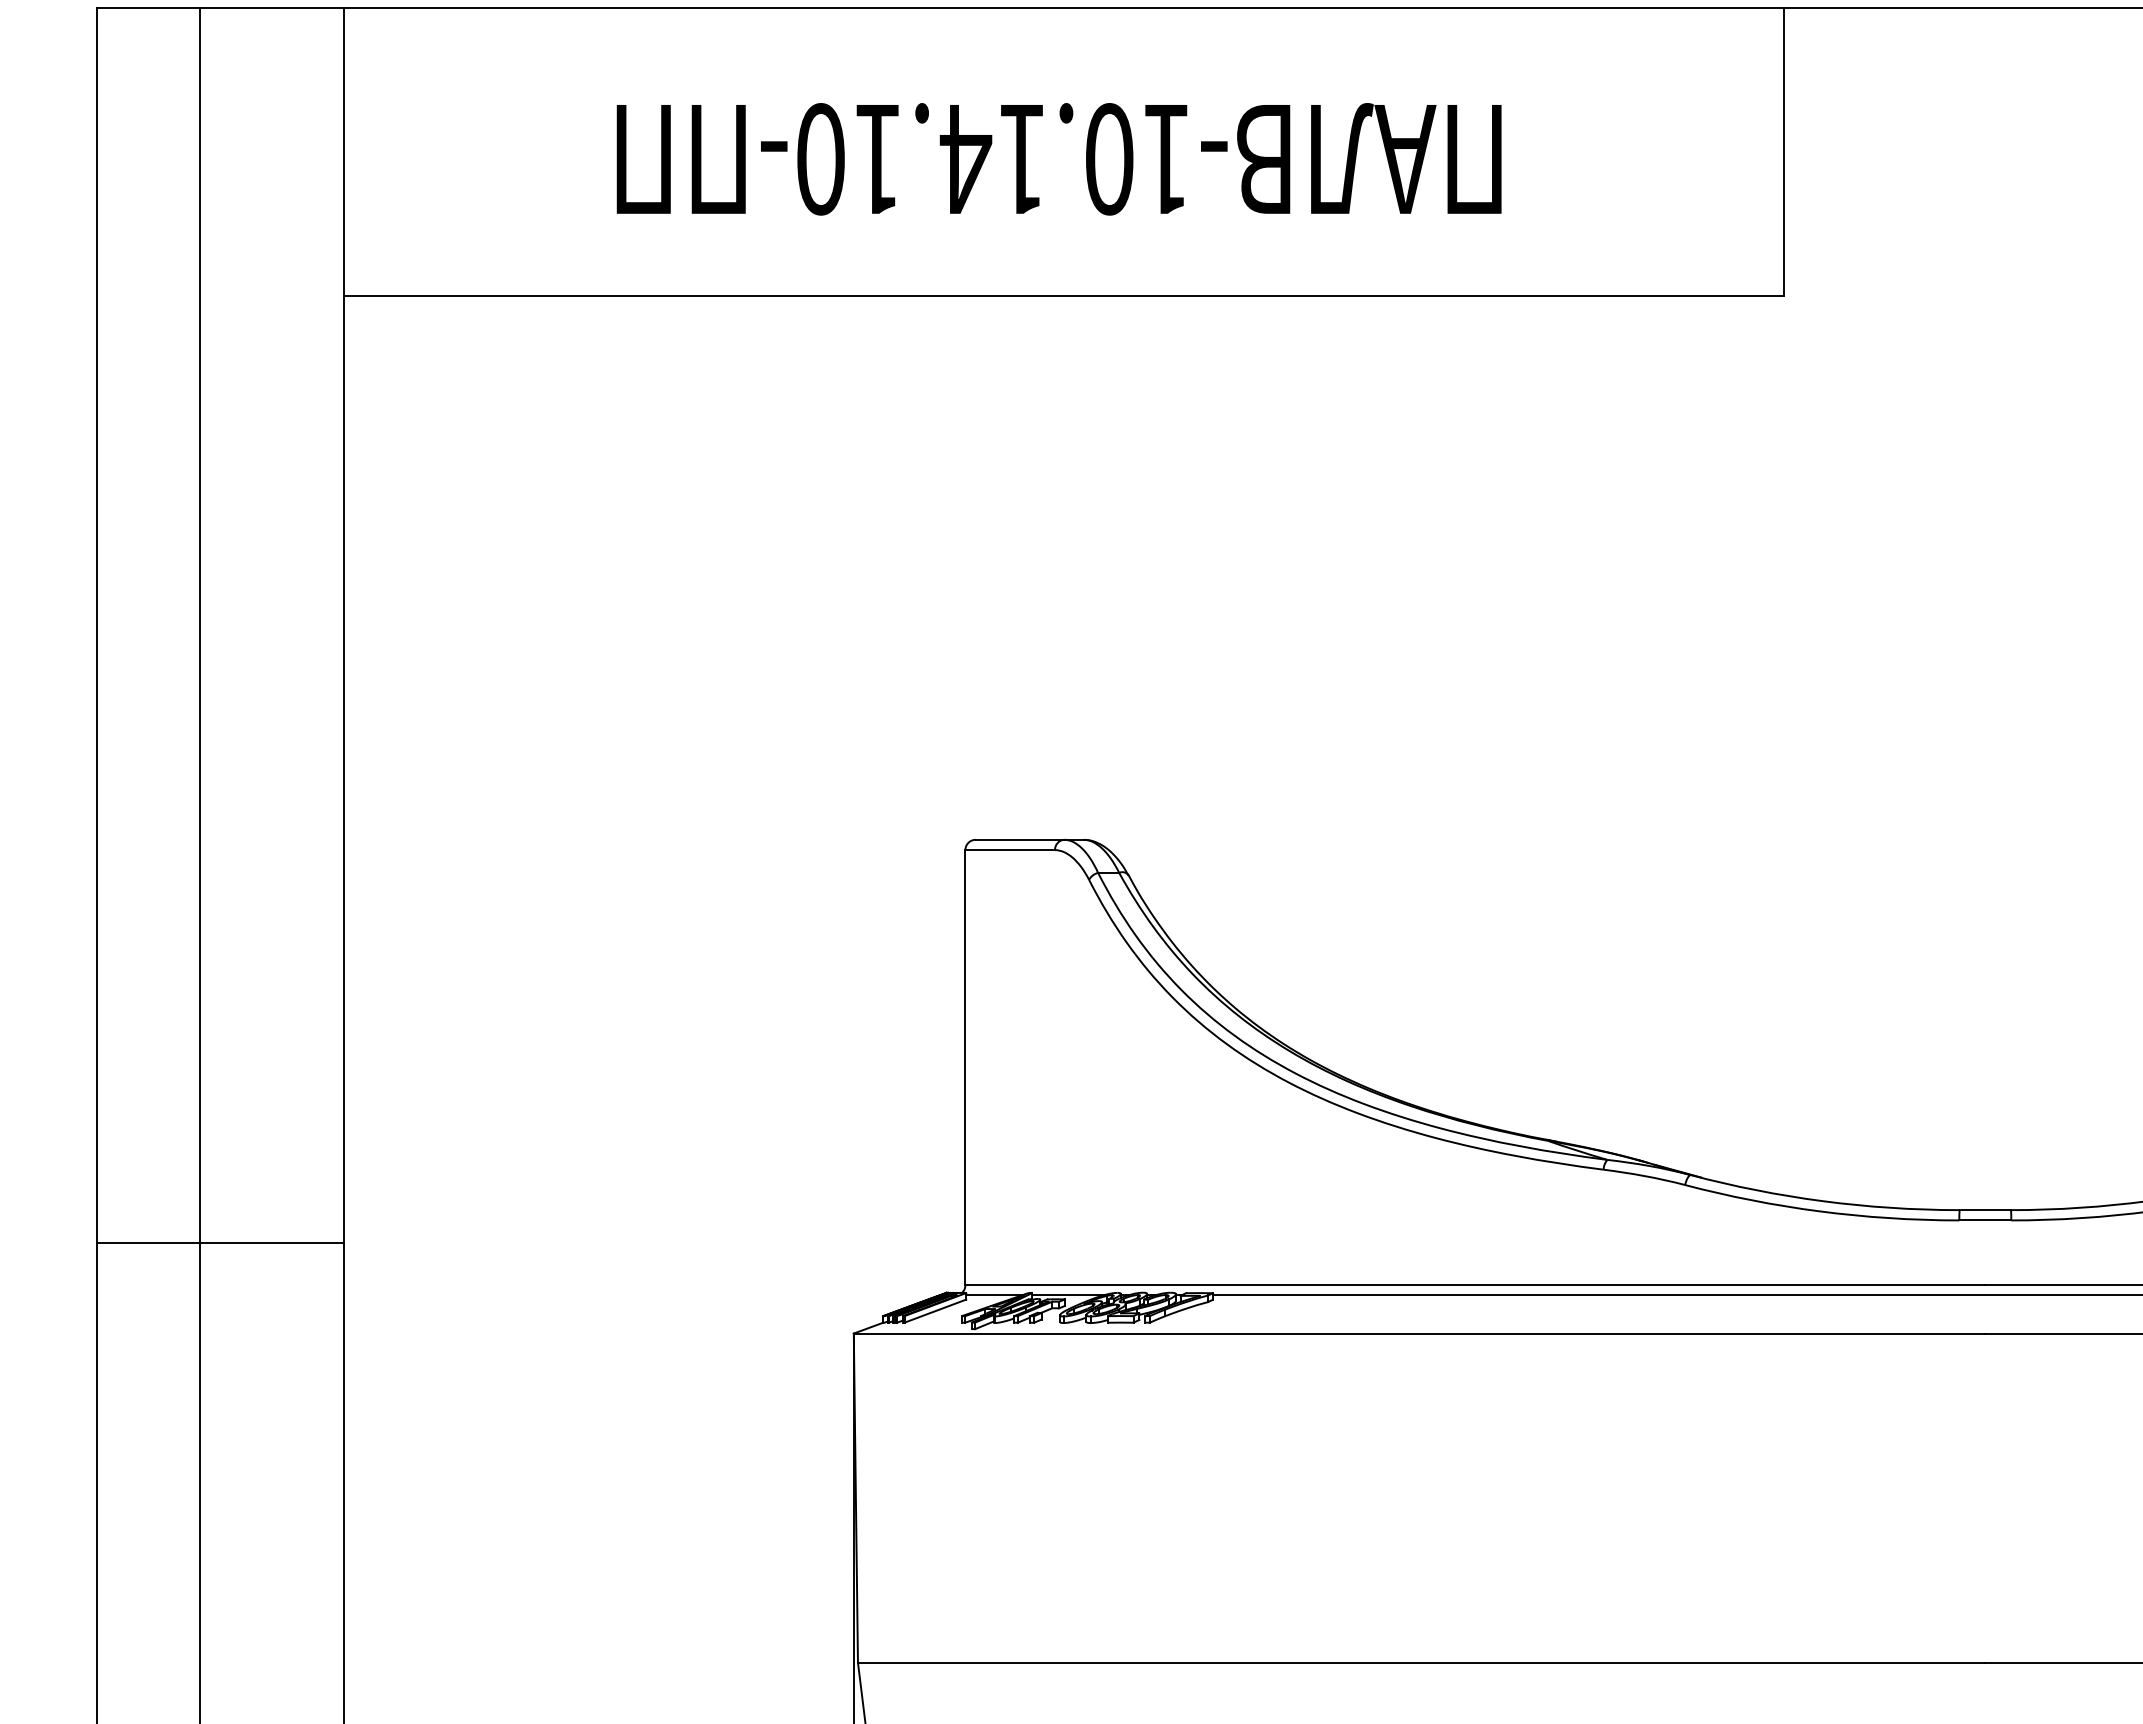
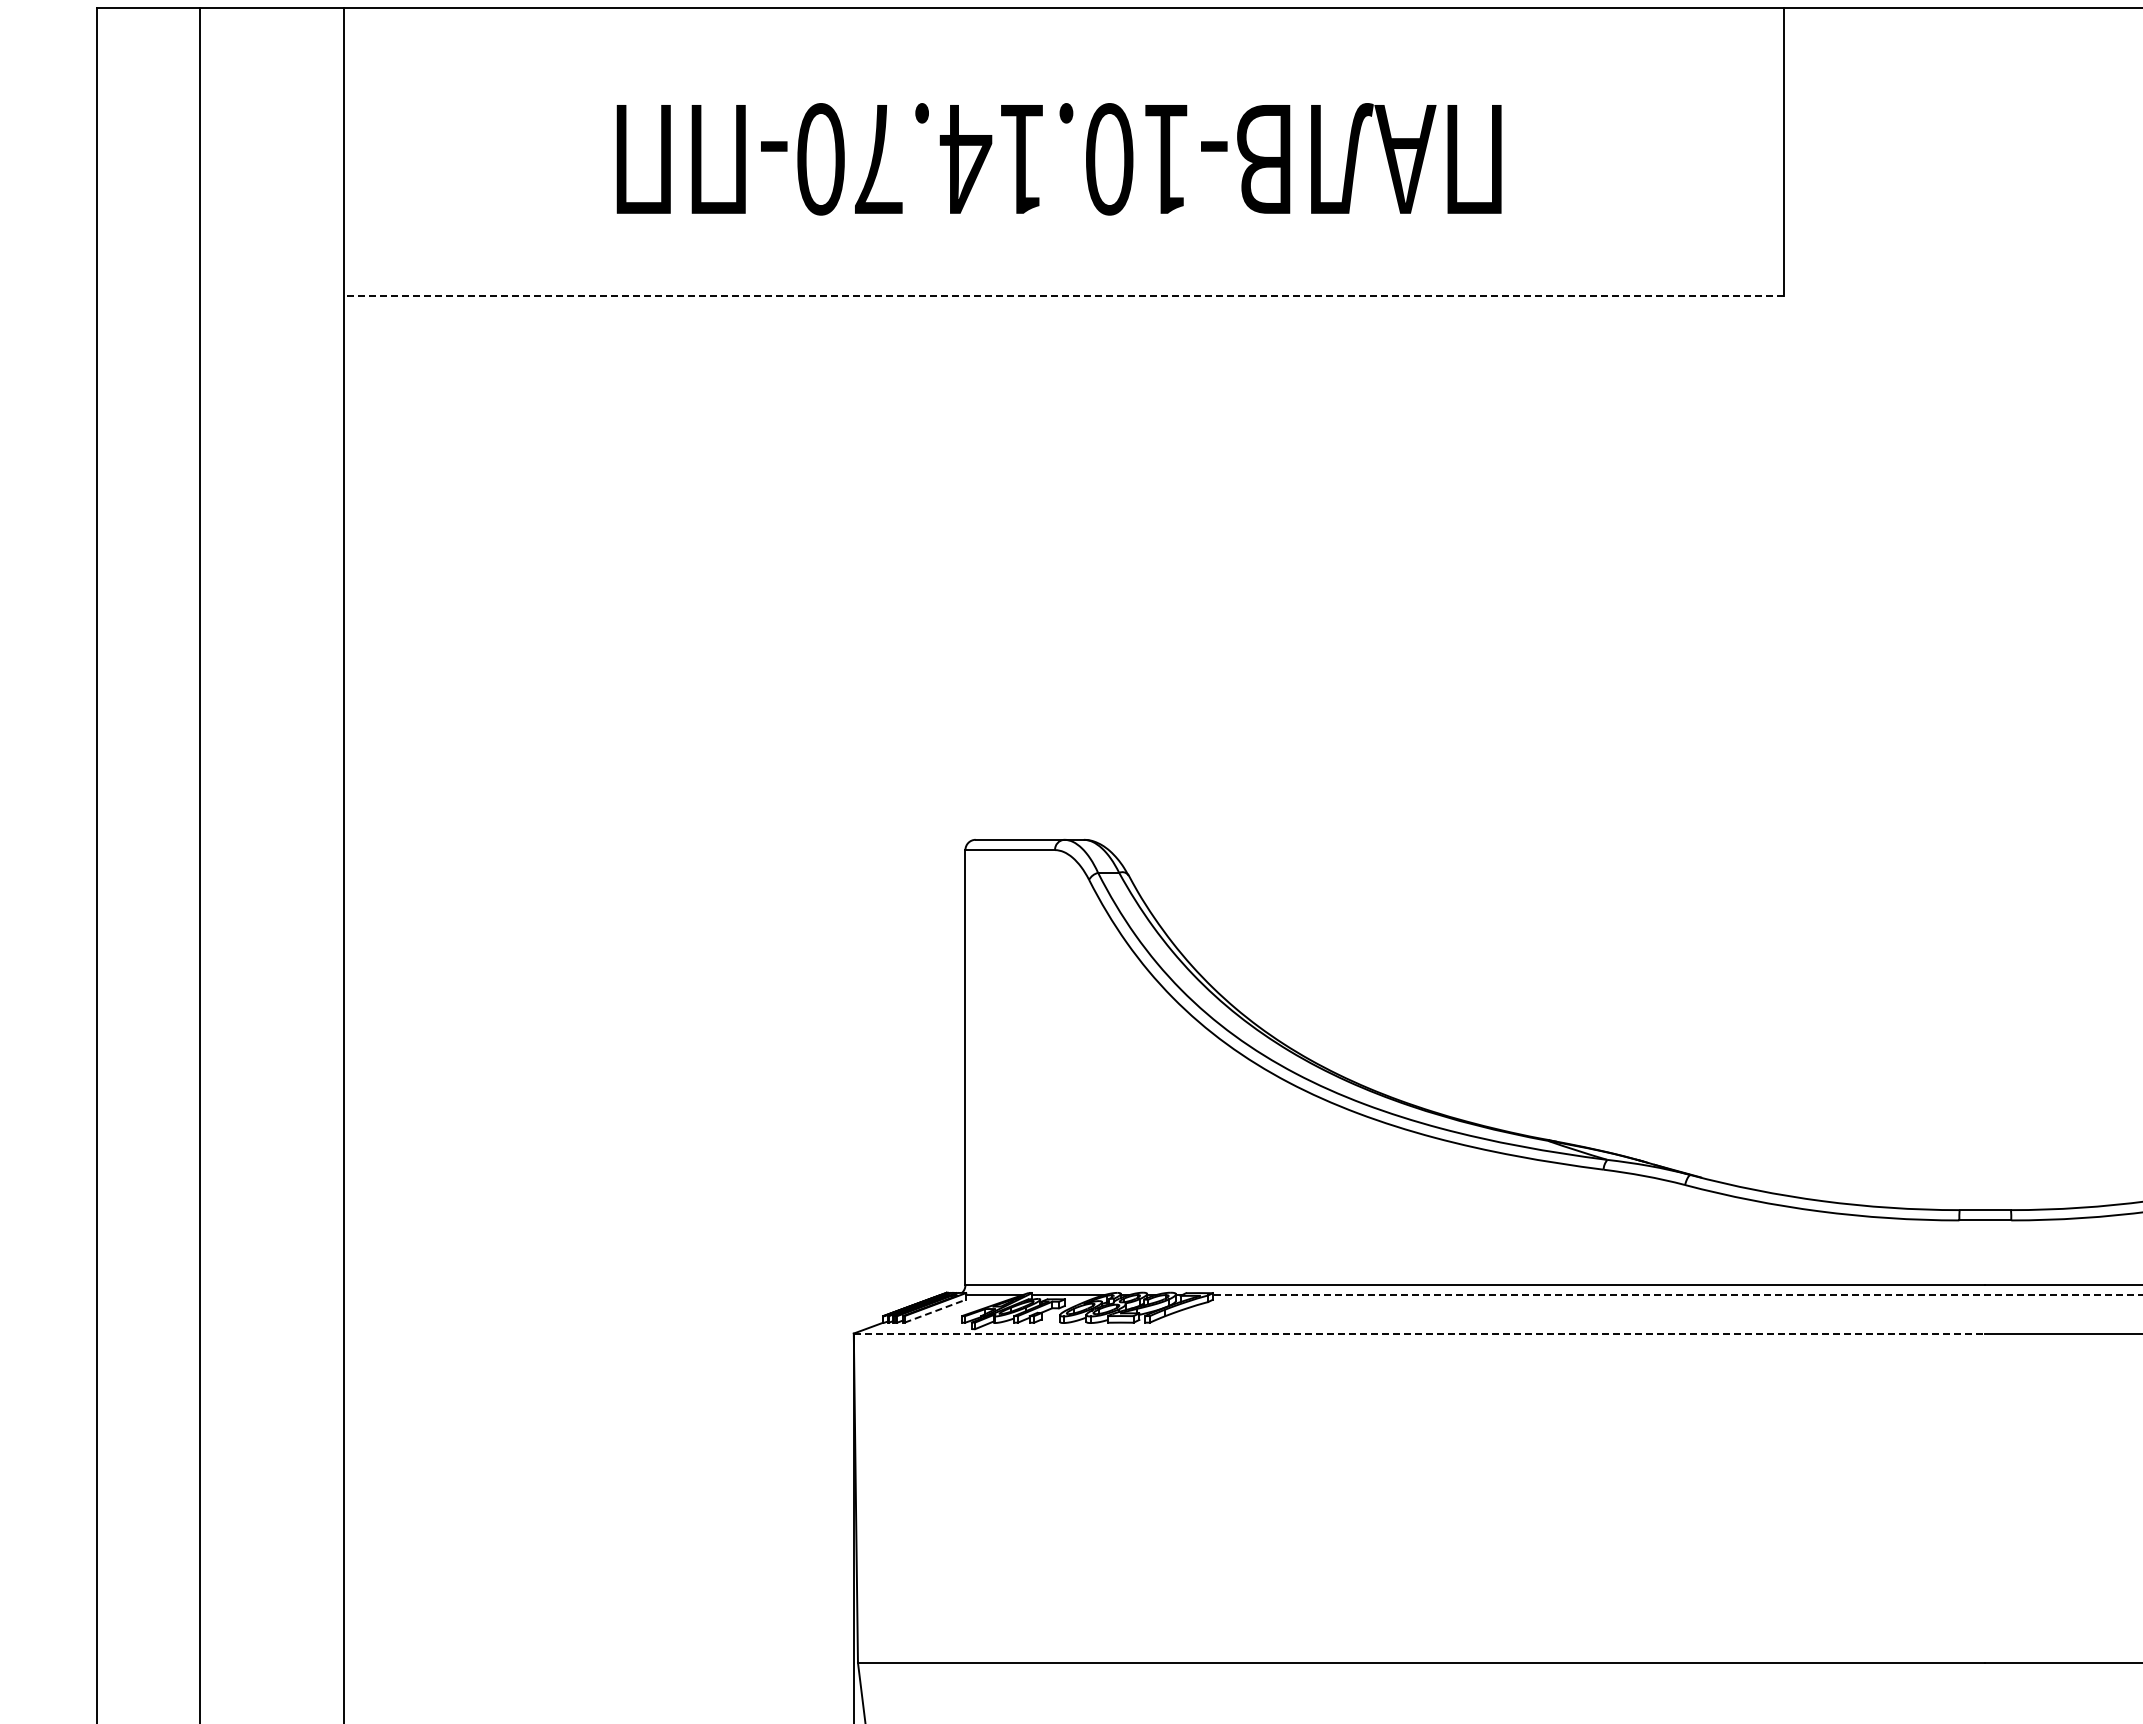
text at (878, 159): -10.14.10- -> -10.14.70-
line at (1063, 296): solid -> dashed
line at (220, 1242): present -> none
line at (1677, 1294): solid -> dashed
line at (935, 1311): solid -> dashed
line at (1419, 1333): solid -> dashed
